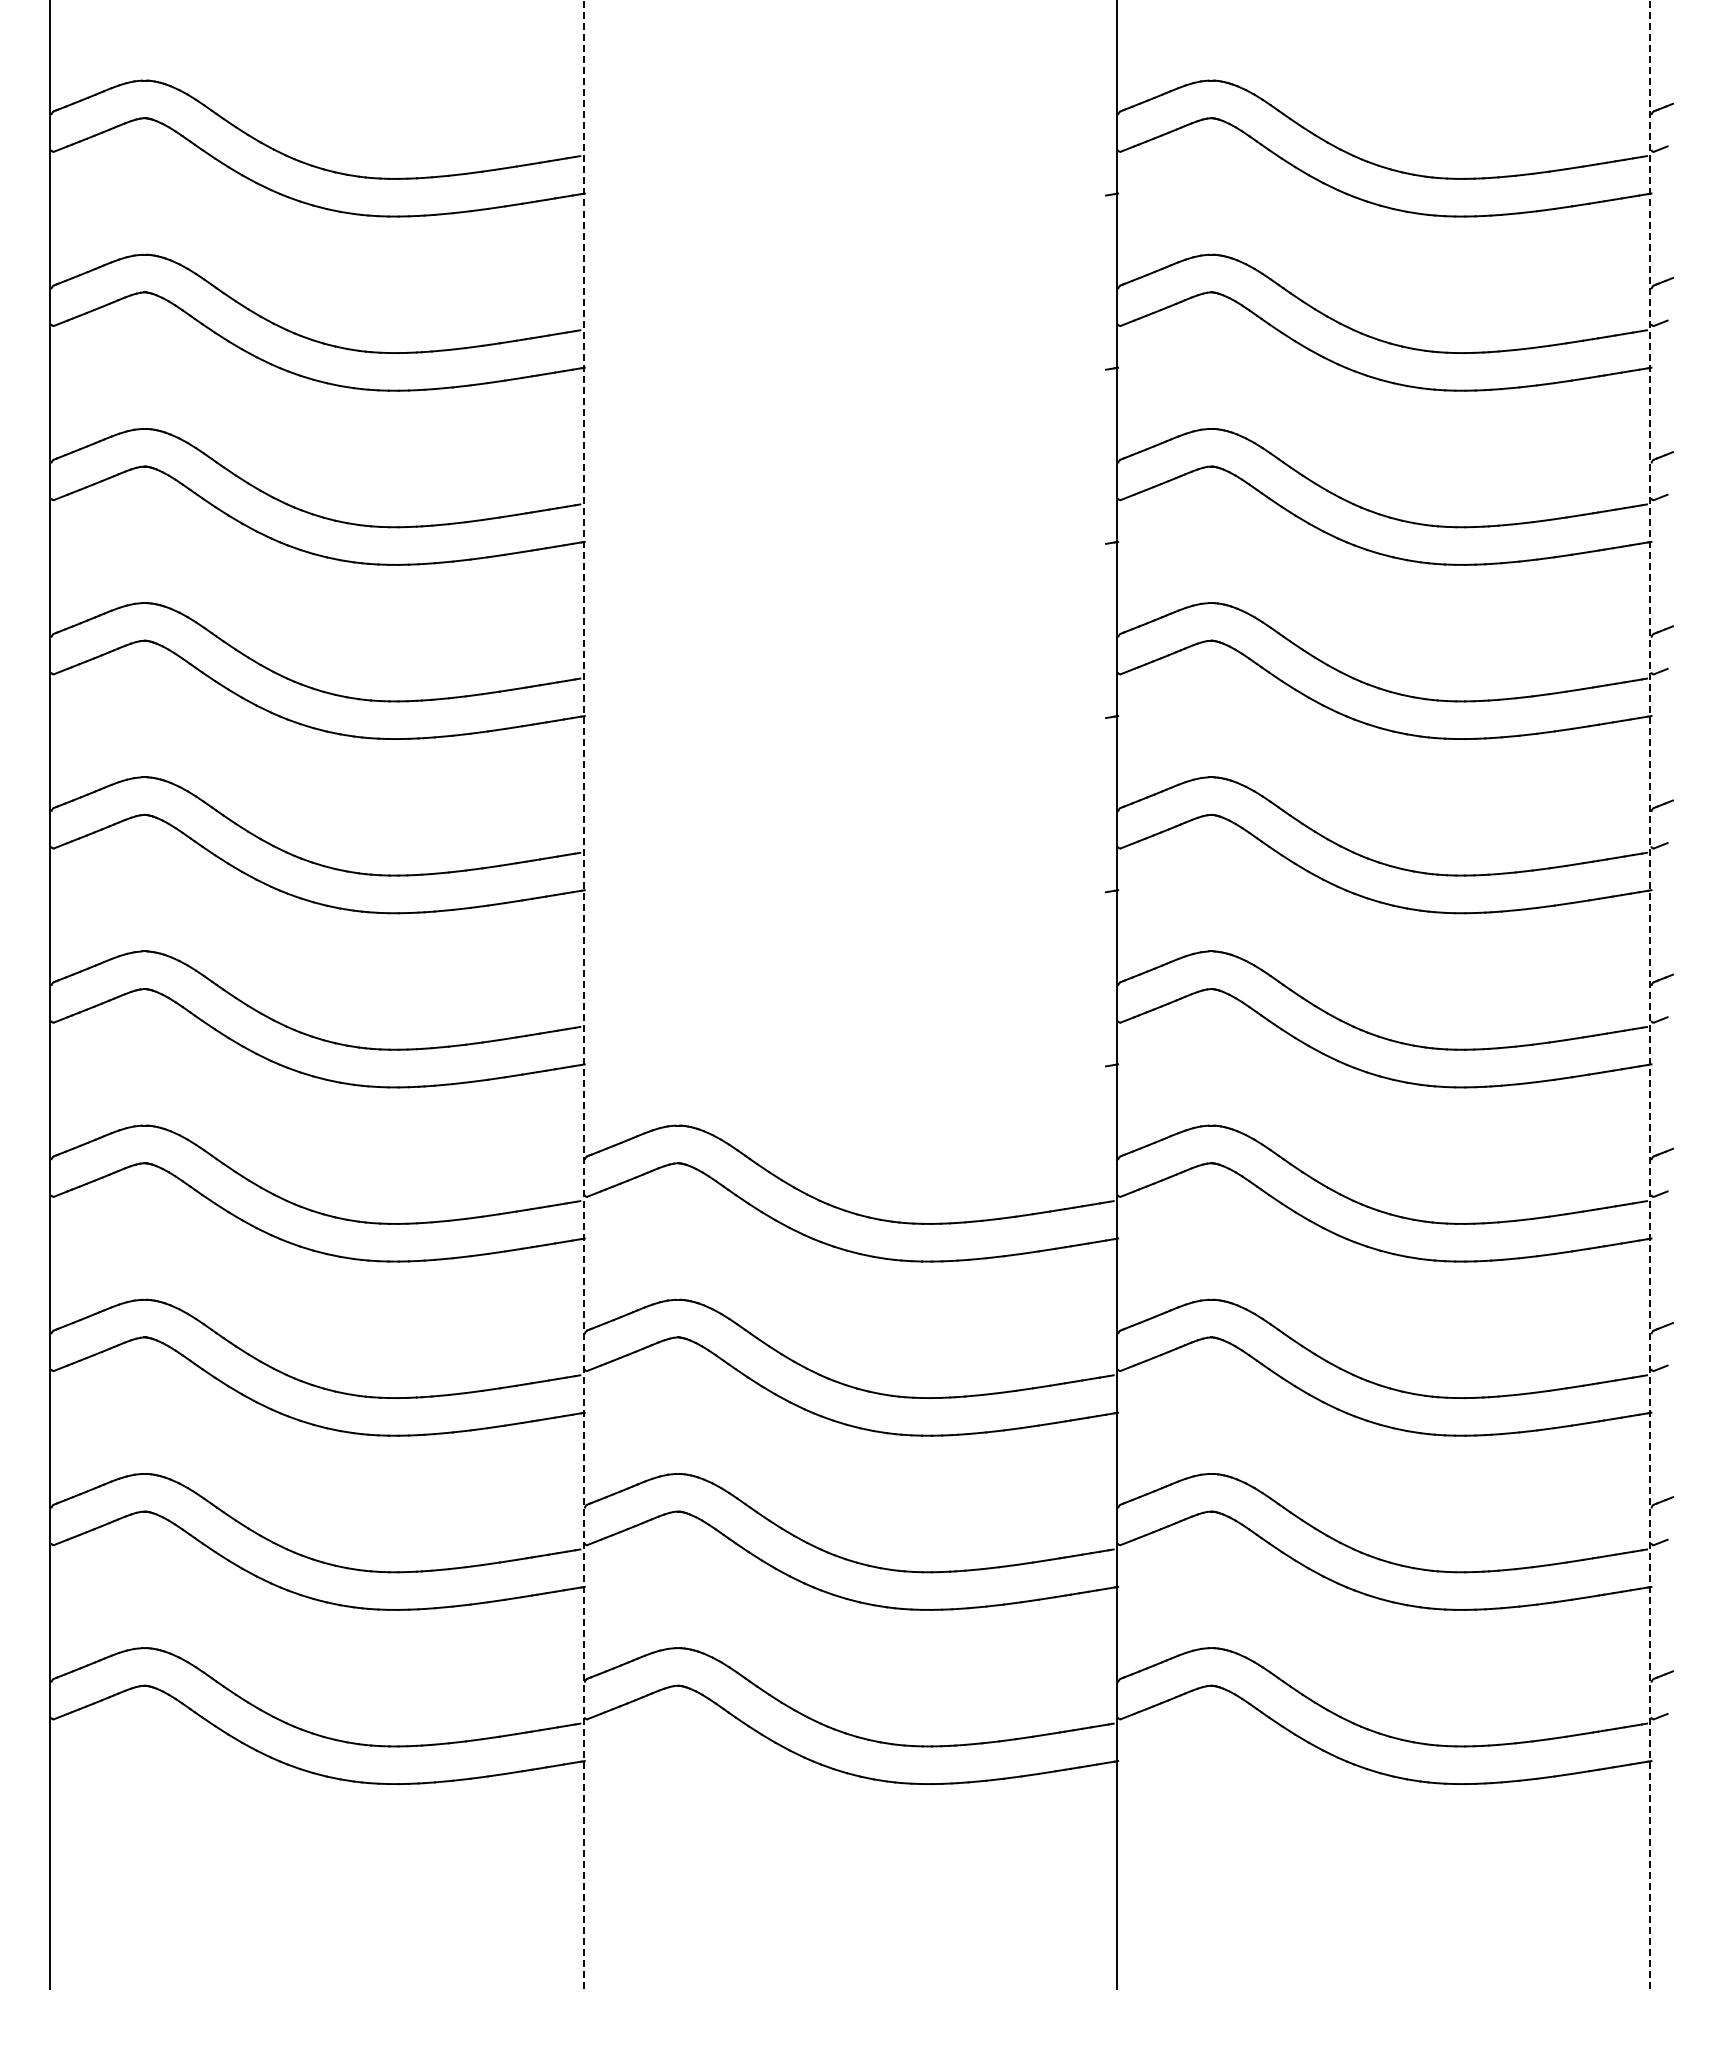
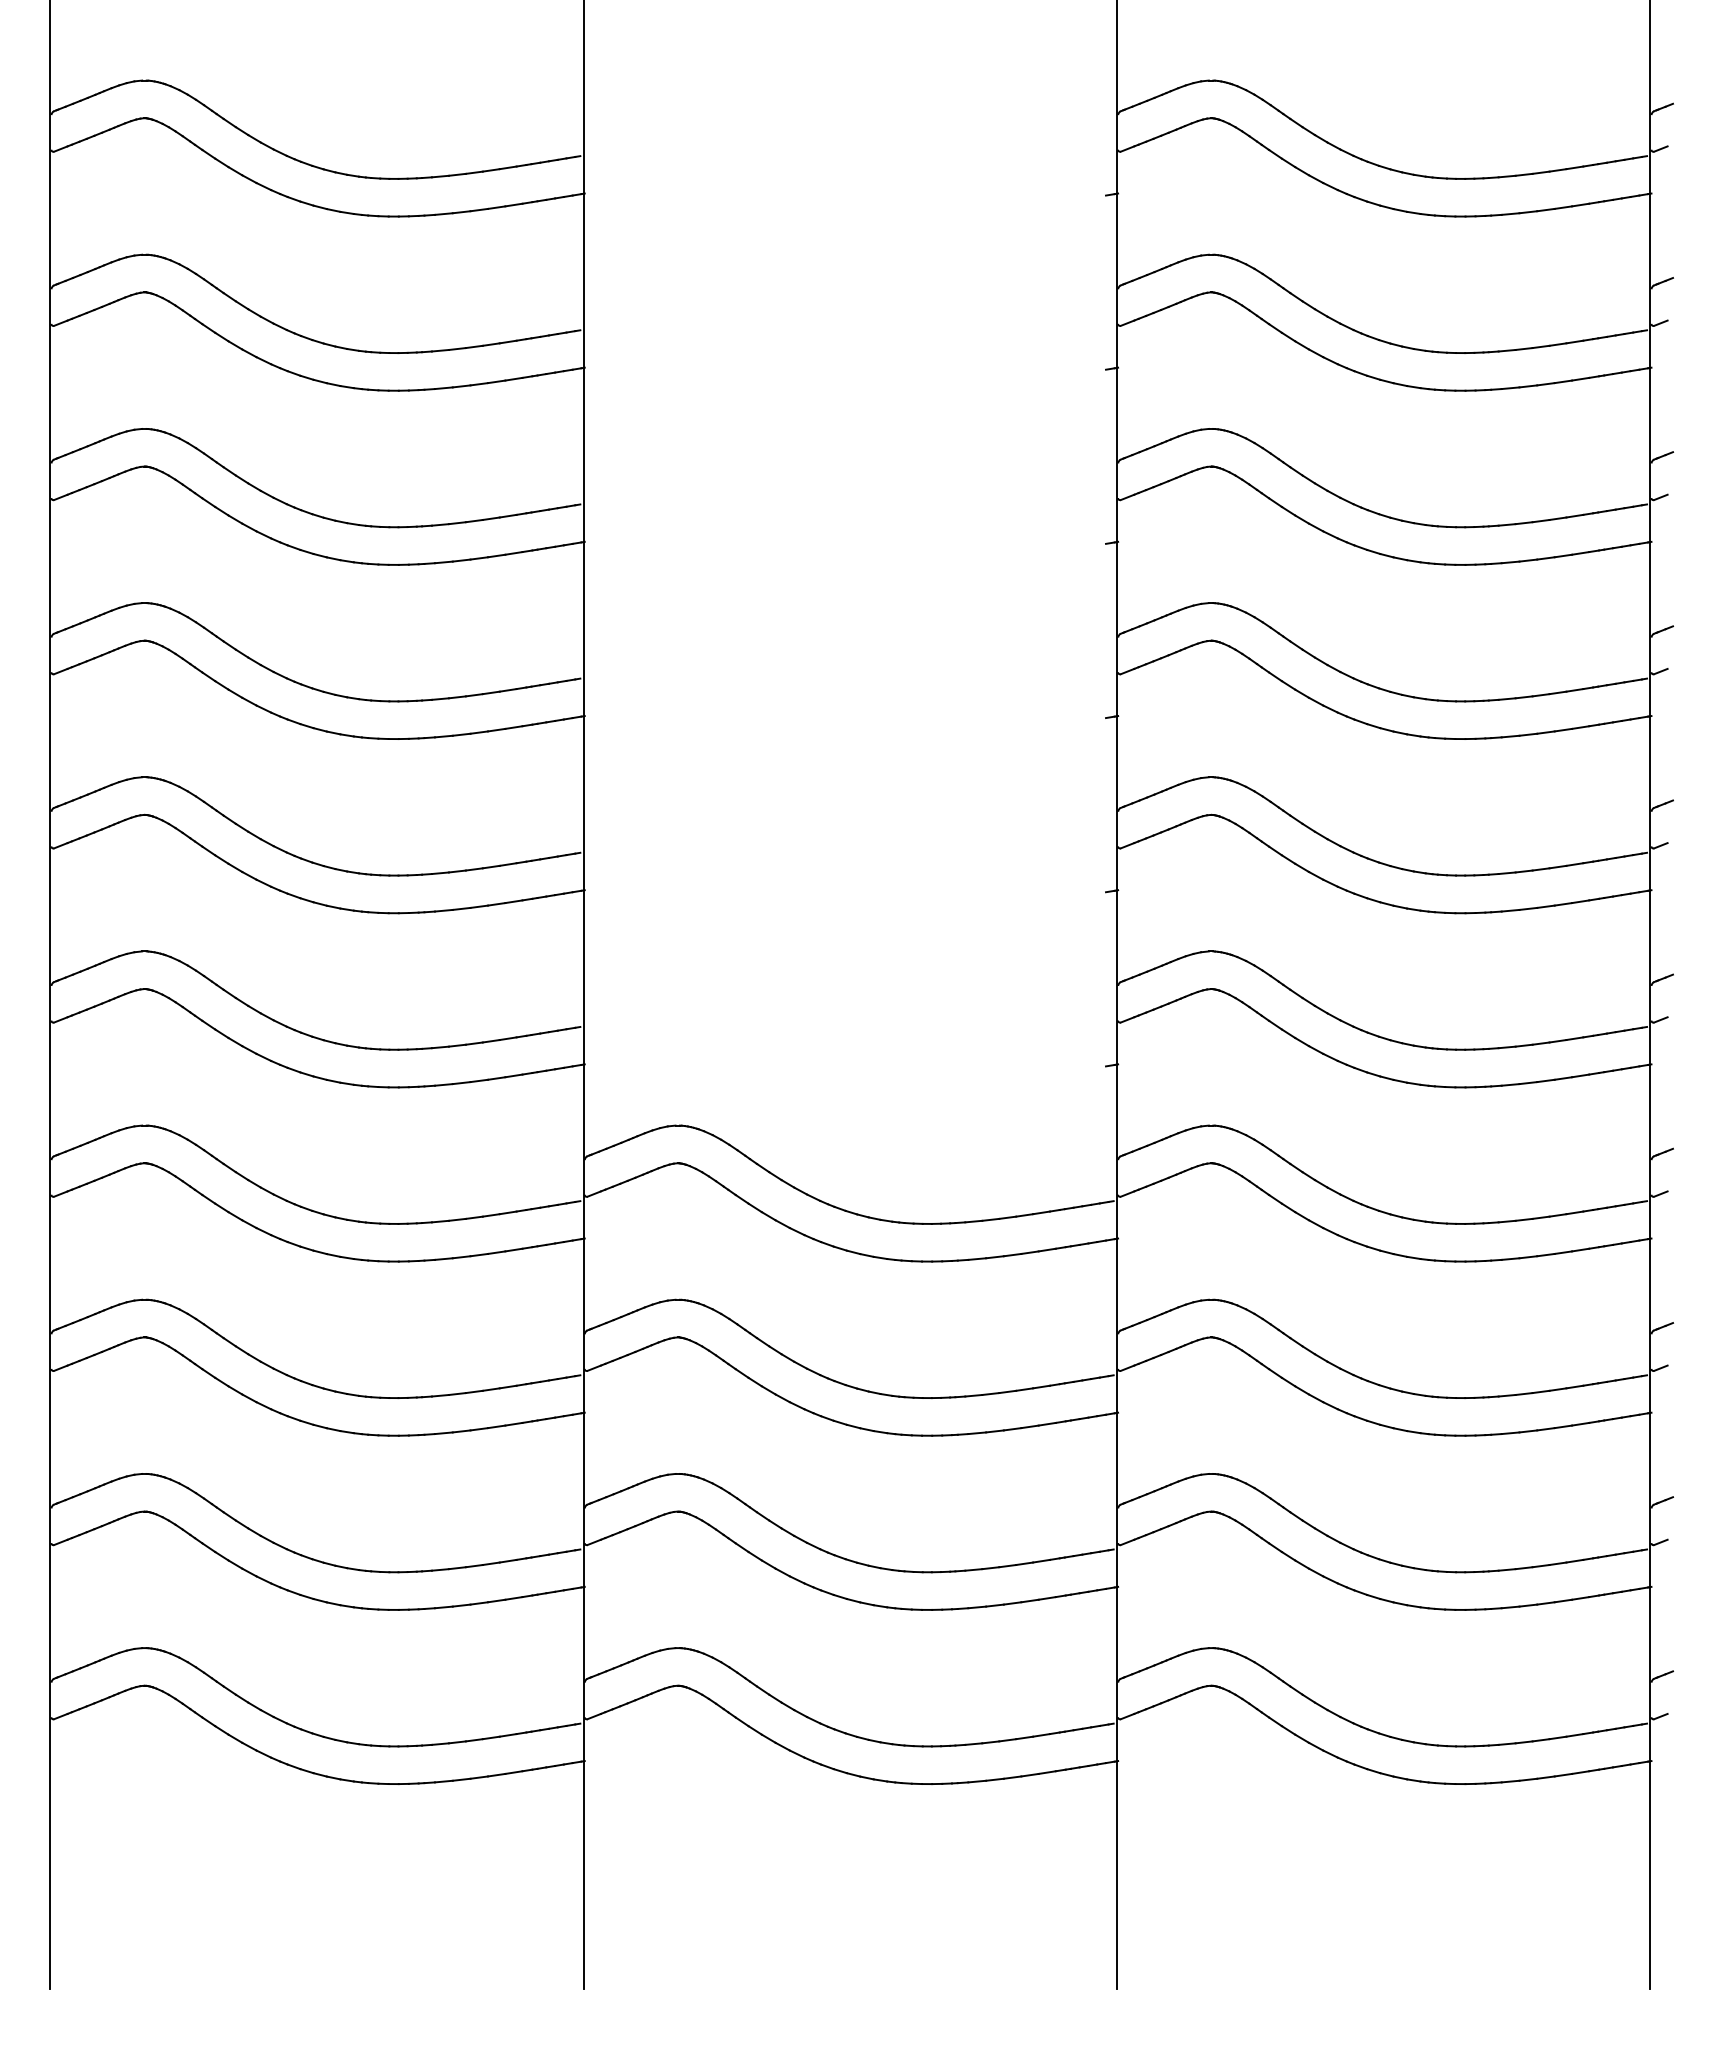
line at (583, 994): dashed -> solid
line at (1650, 994): dashed -> solid
